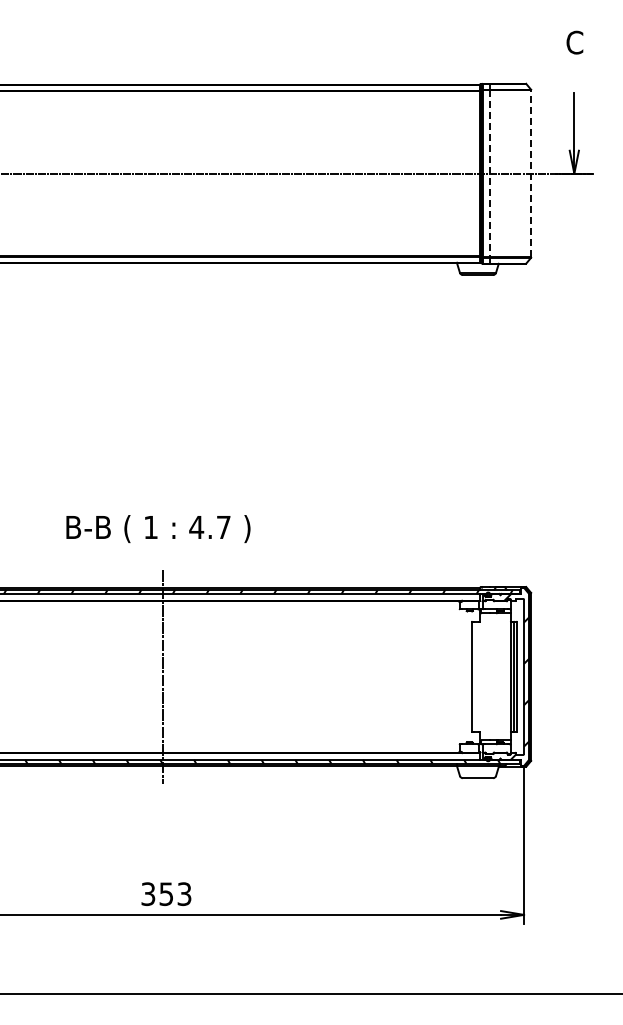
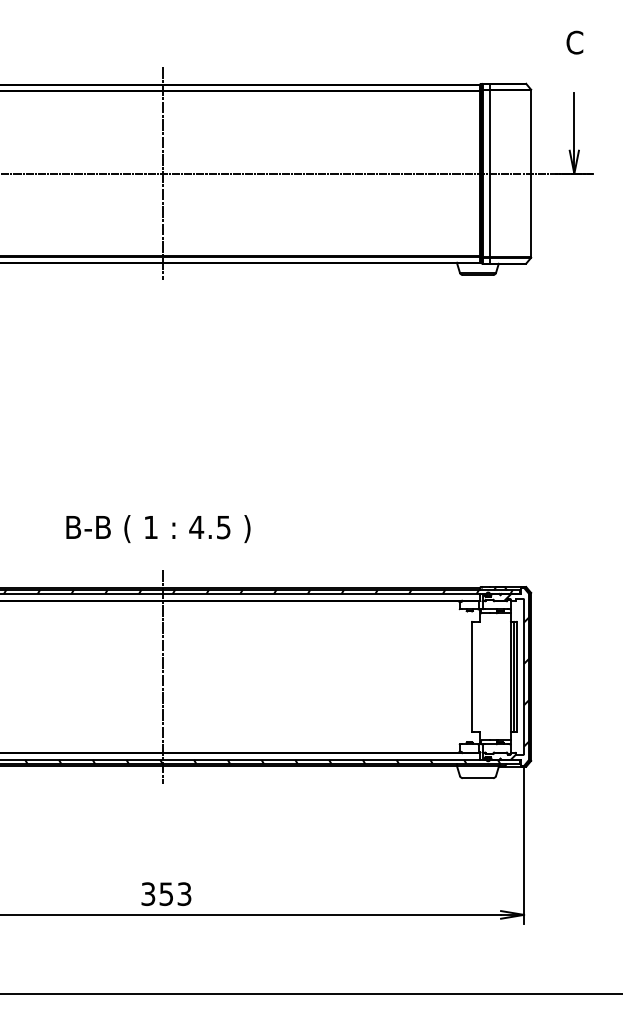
line at (162, 173): none -> present
line at (490, 173): dashed -> solid
line at (531, 173): dashed -> solid
text at (223, 527): 4.7 -> 4.5
